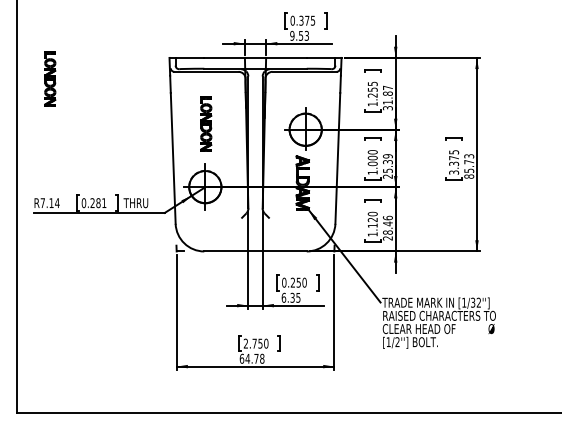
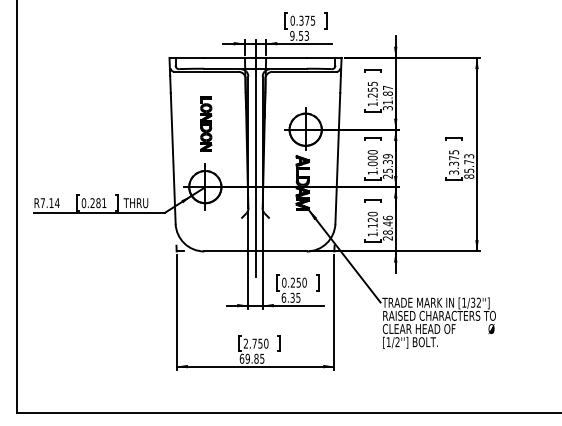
part at (50, 78): present -> none
line at (255, 157): none -> present
text at (254, 358): 64.78 -> 69.85
